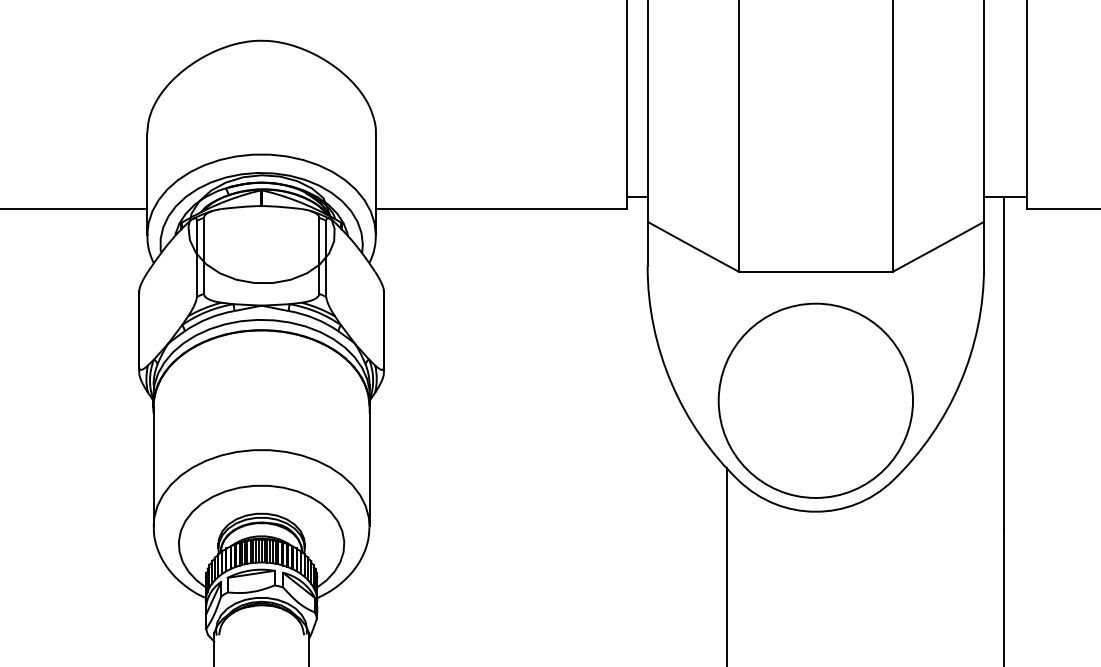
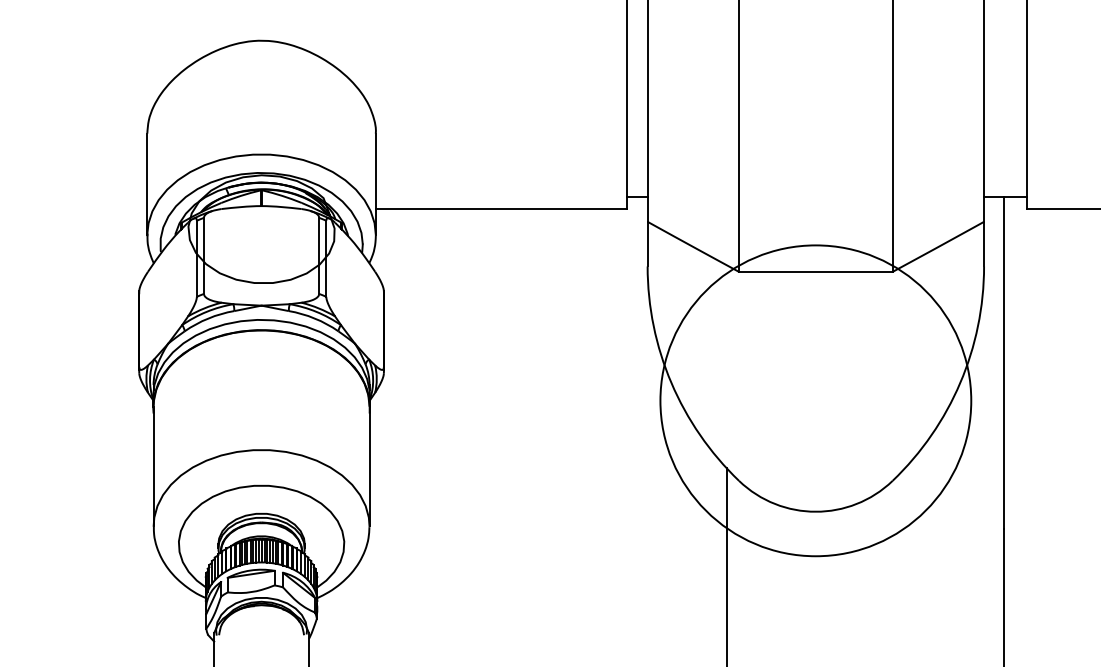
line at (74, 208): present -> none
circle at (815, 400) diameter: 194 px -> 311 px
